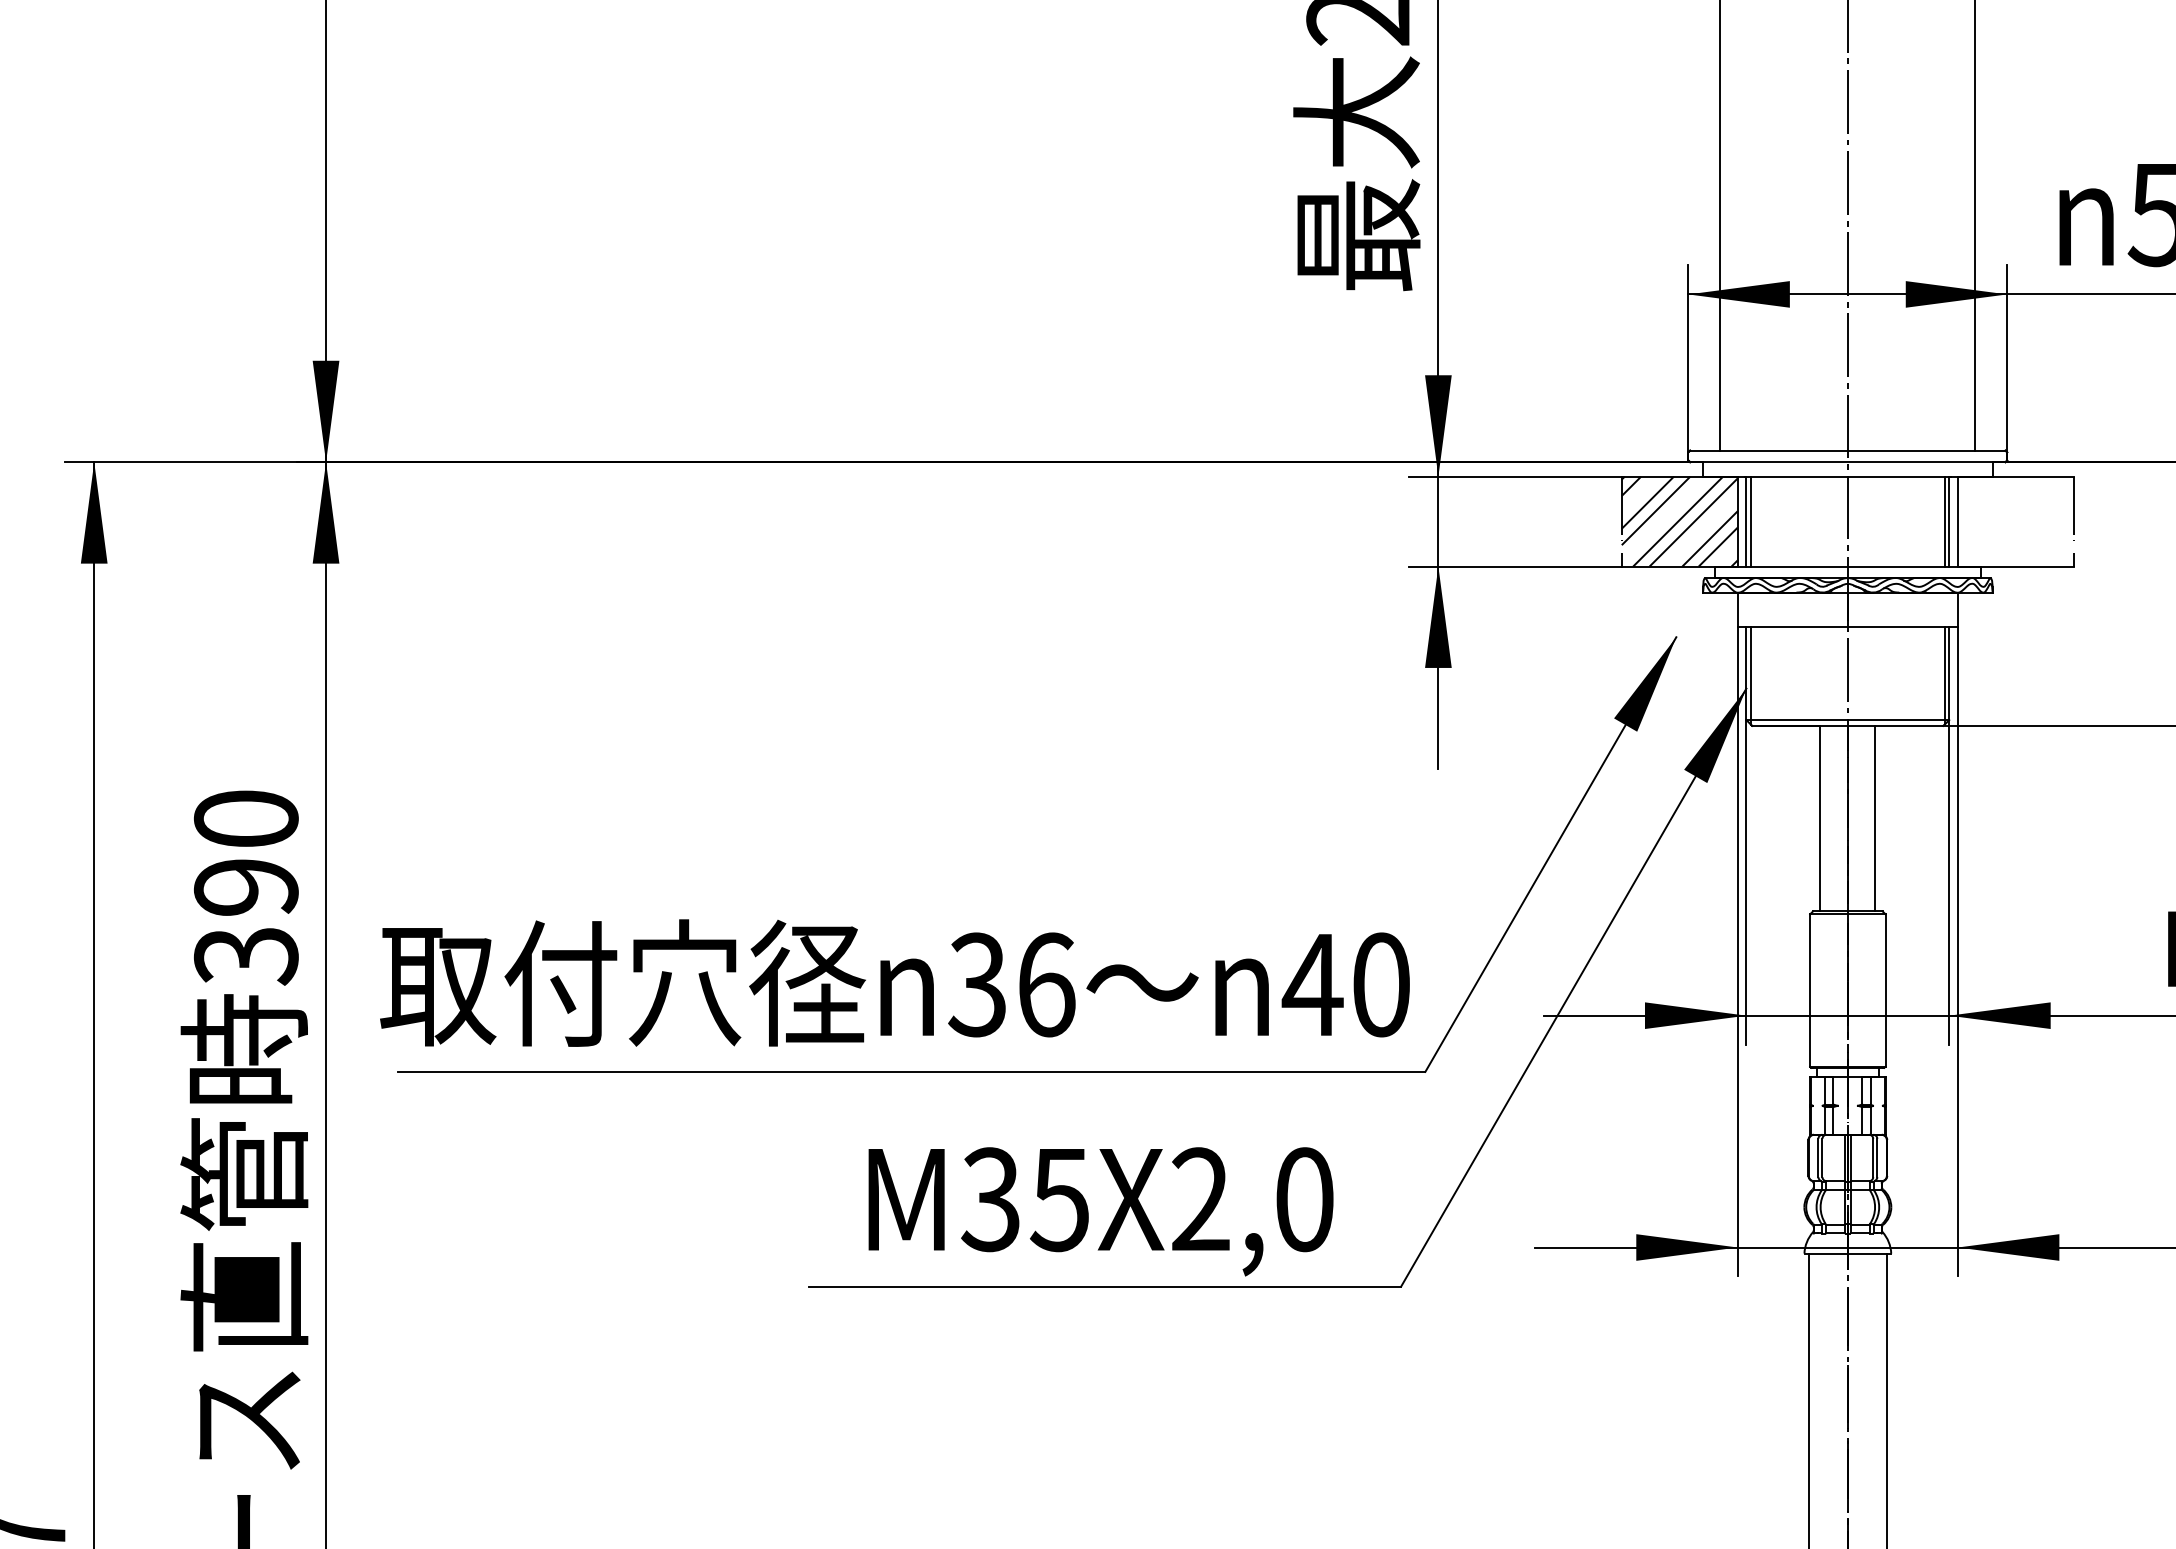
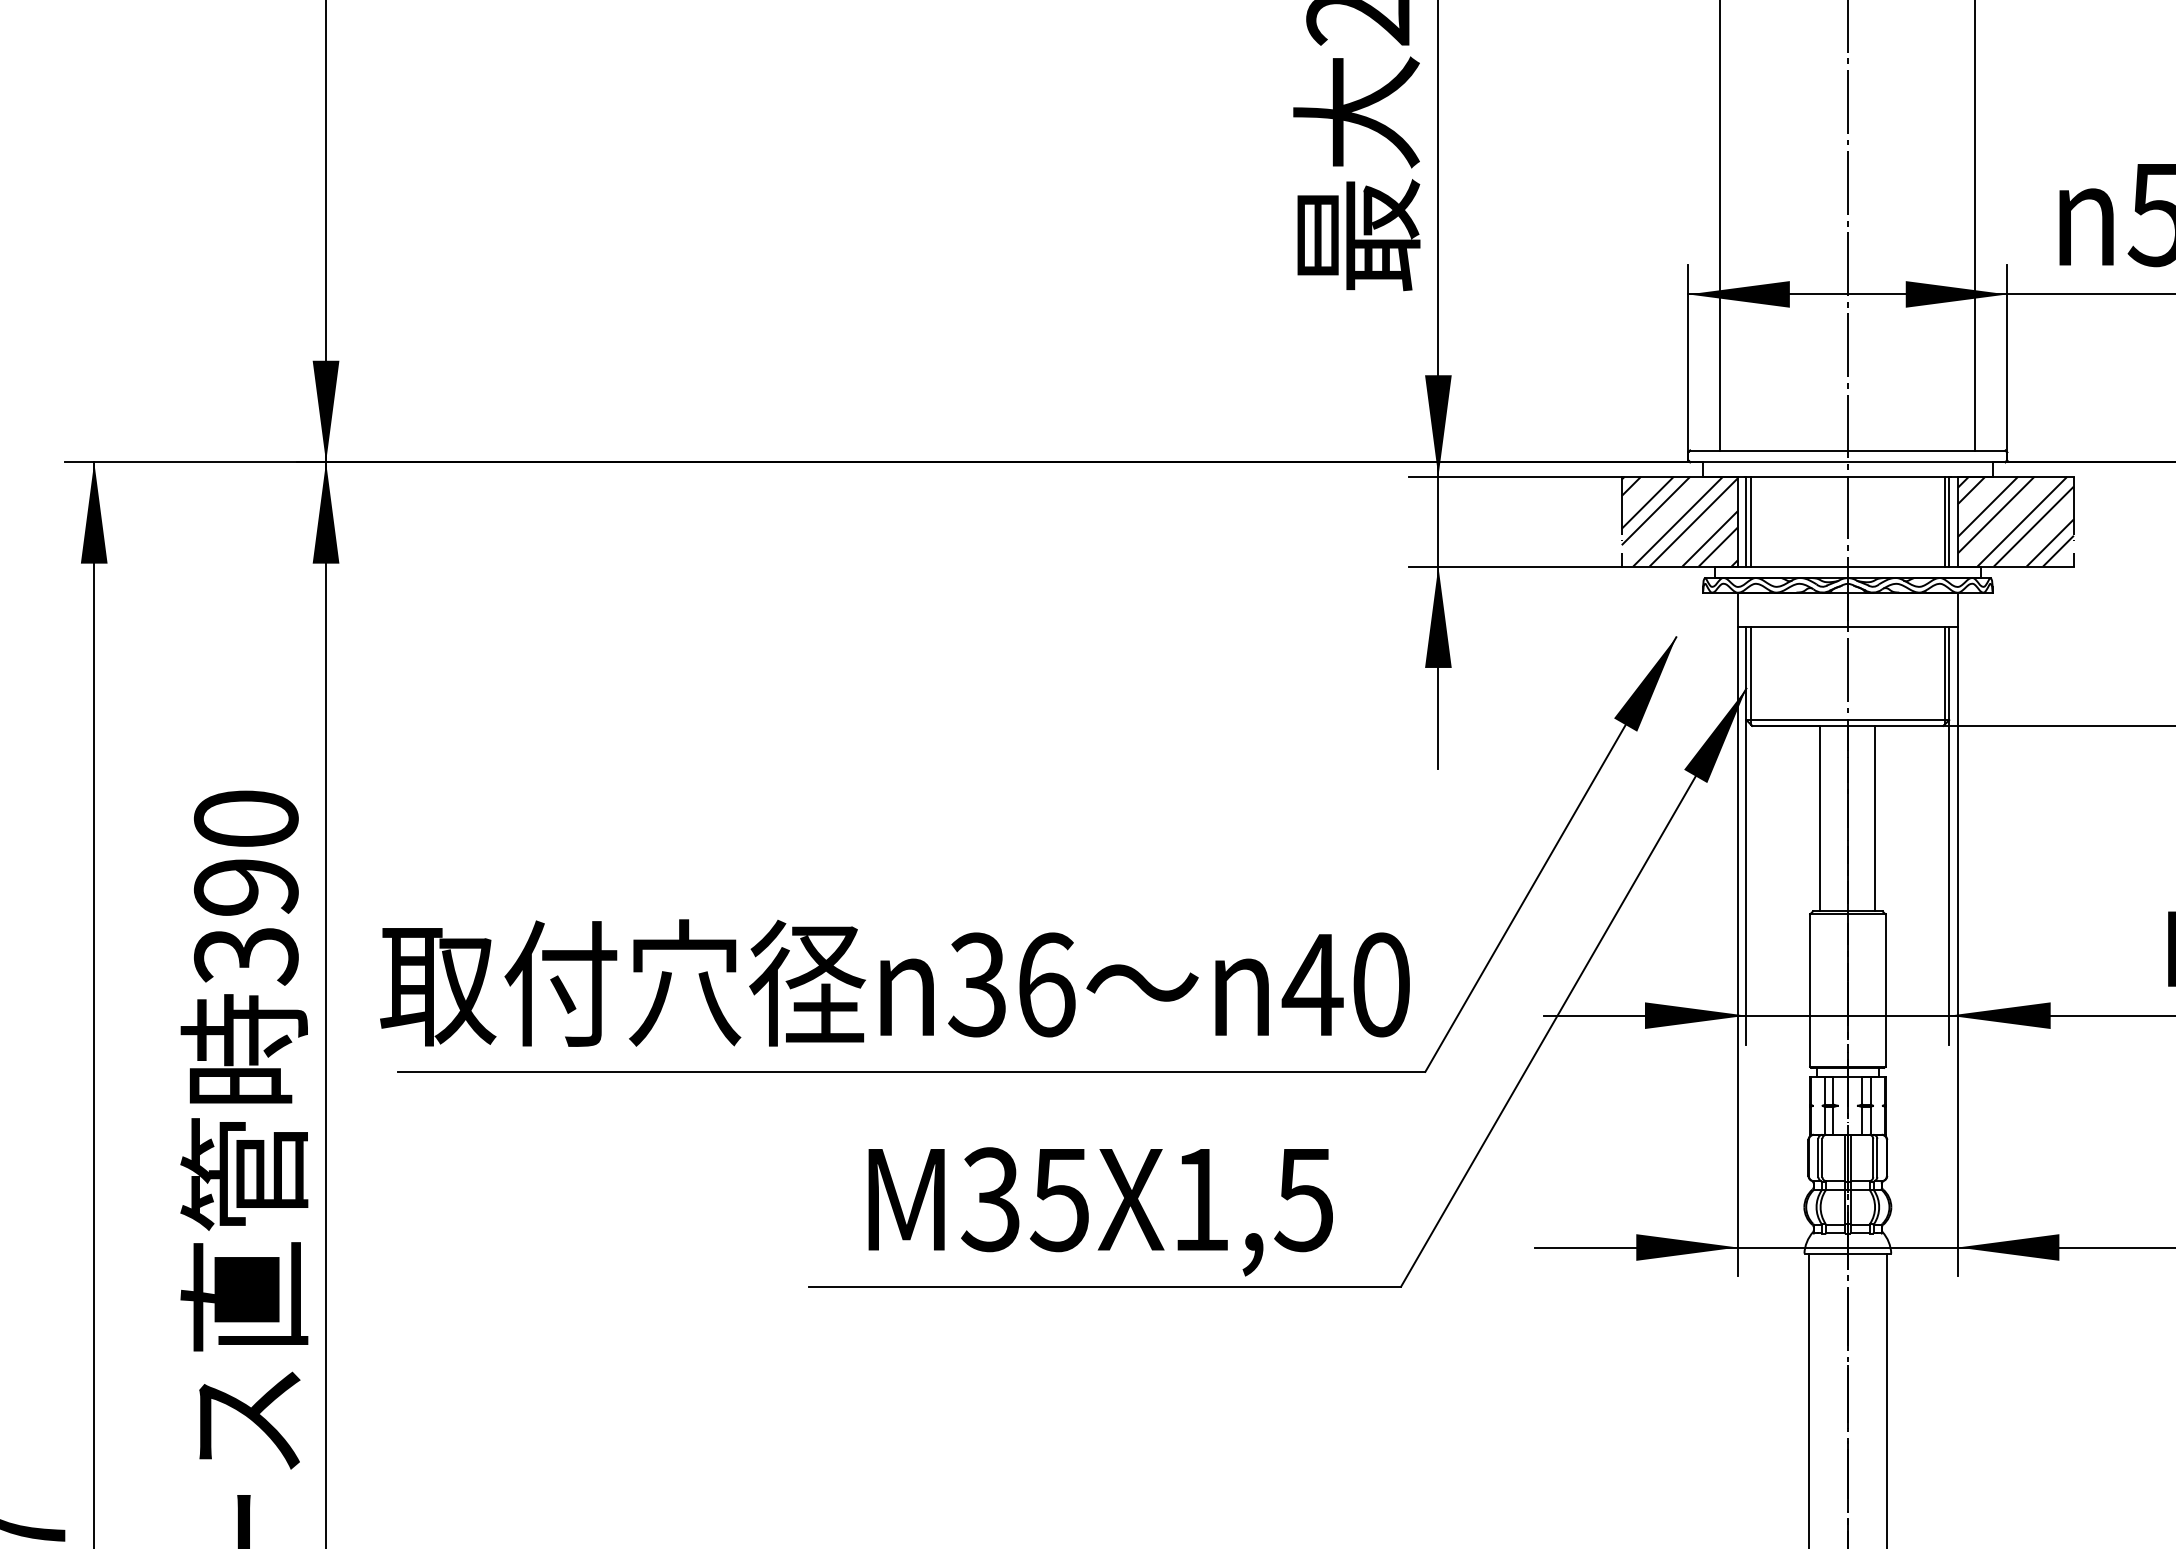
hatch at (2015, 521): none -> present
text at (1252, 1199): M35X2,0 -> M35X1,5
